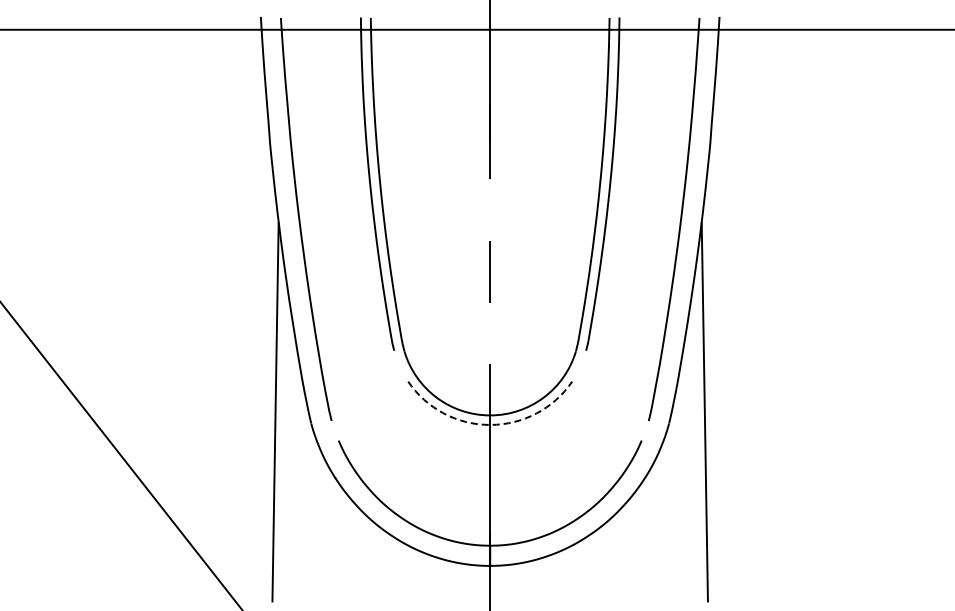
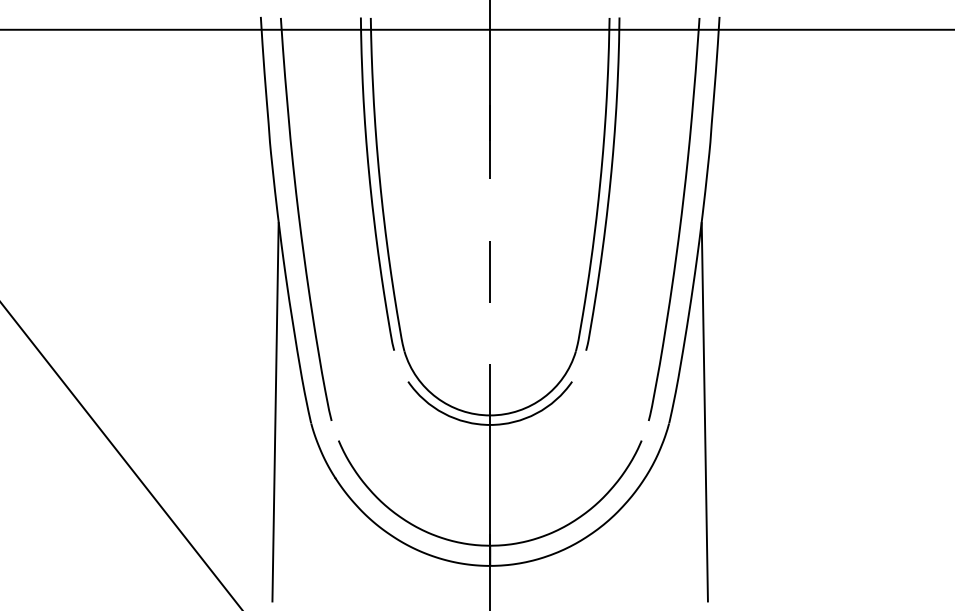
arc at (490, 424): dashed -> solid
